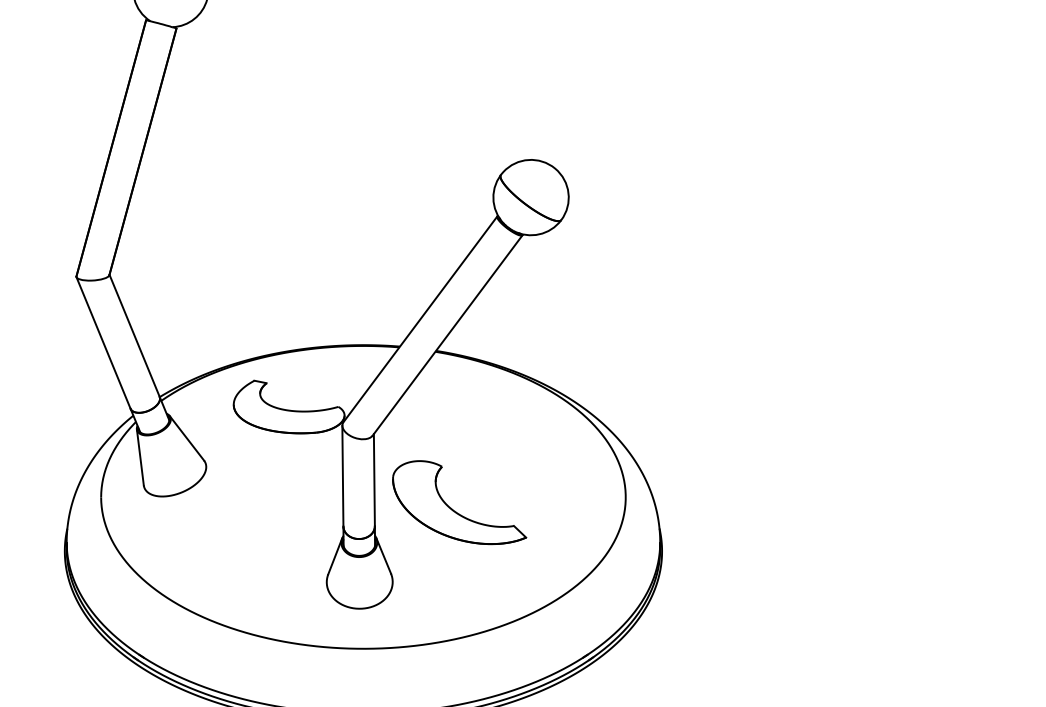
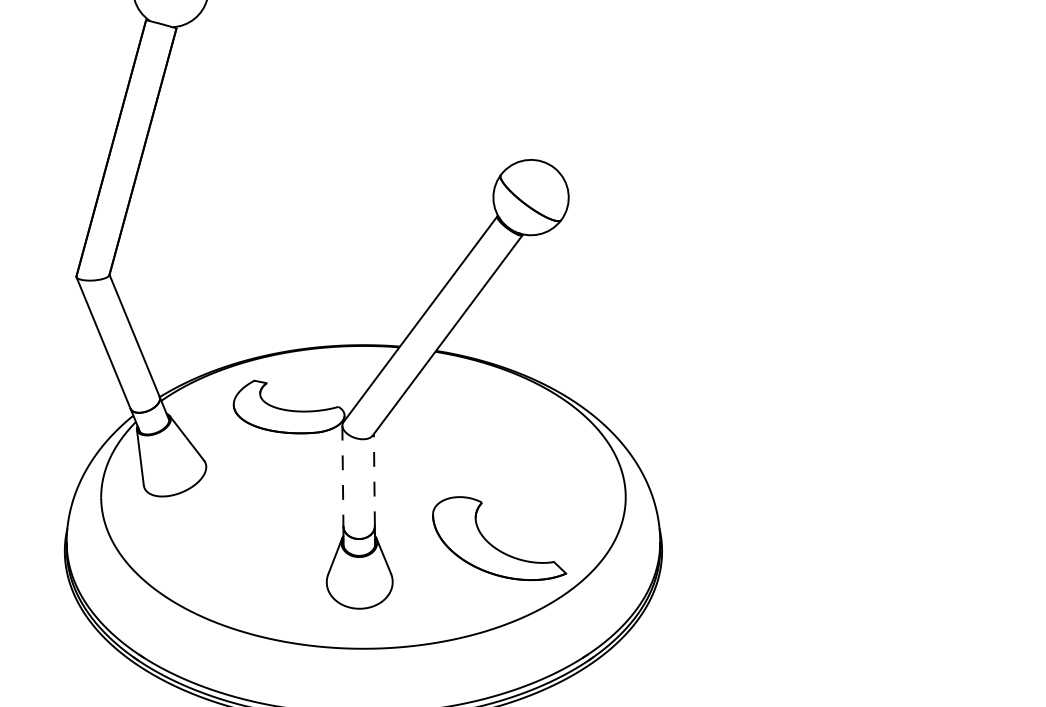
line at (342, 476): solid -> dashed
line at (374, 479): solid -> dashed
part at (452, 508) position: (452, 508) -> (492, 544)
